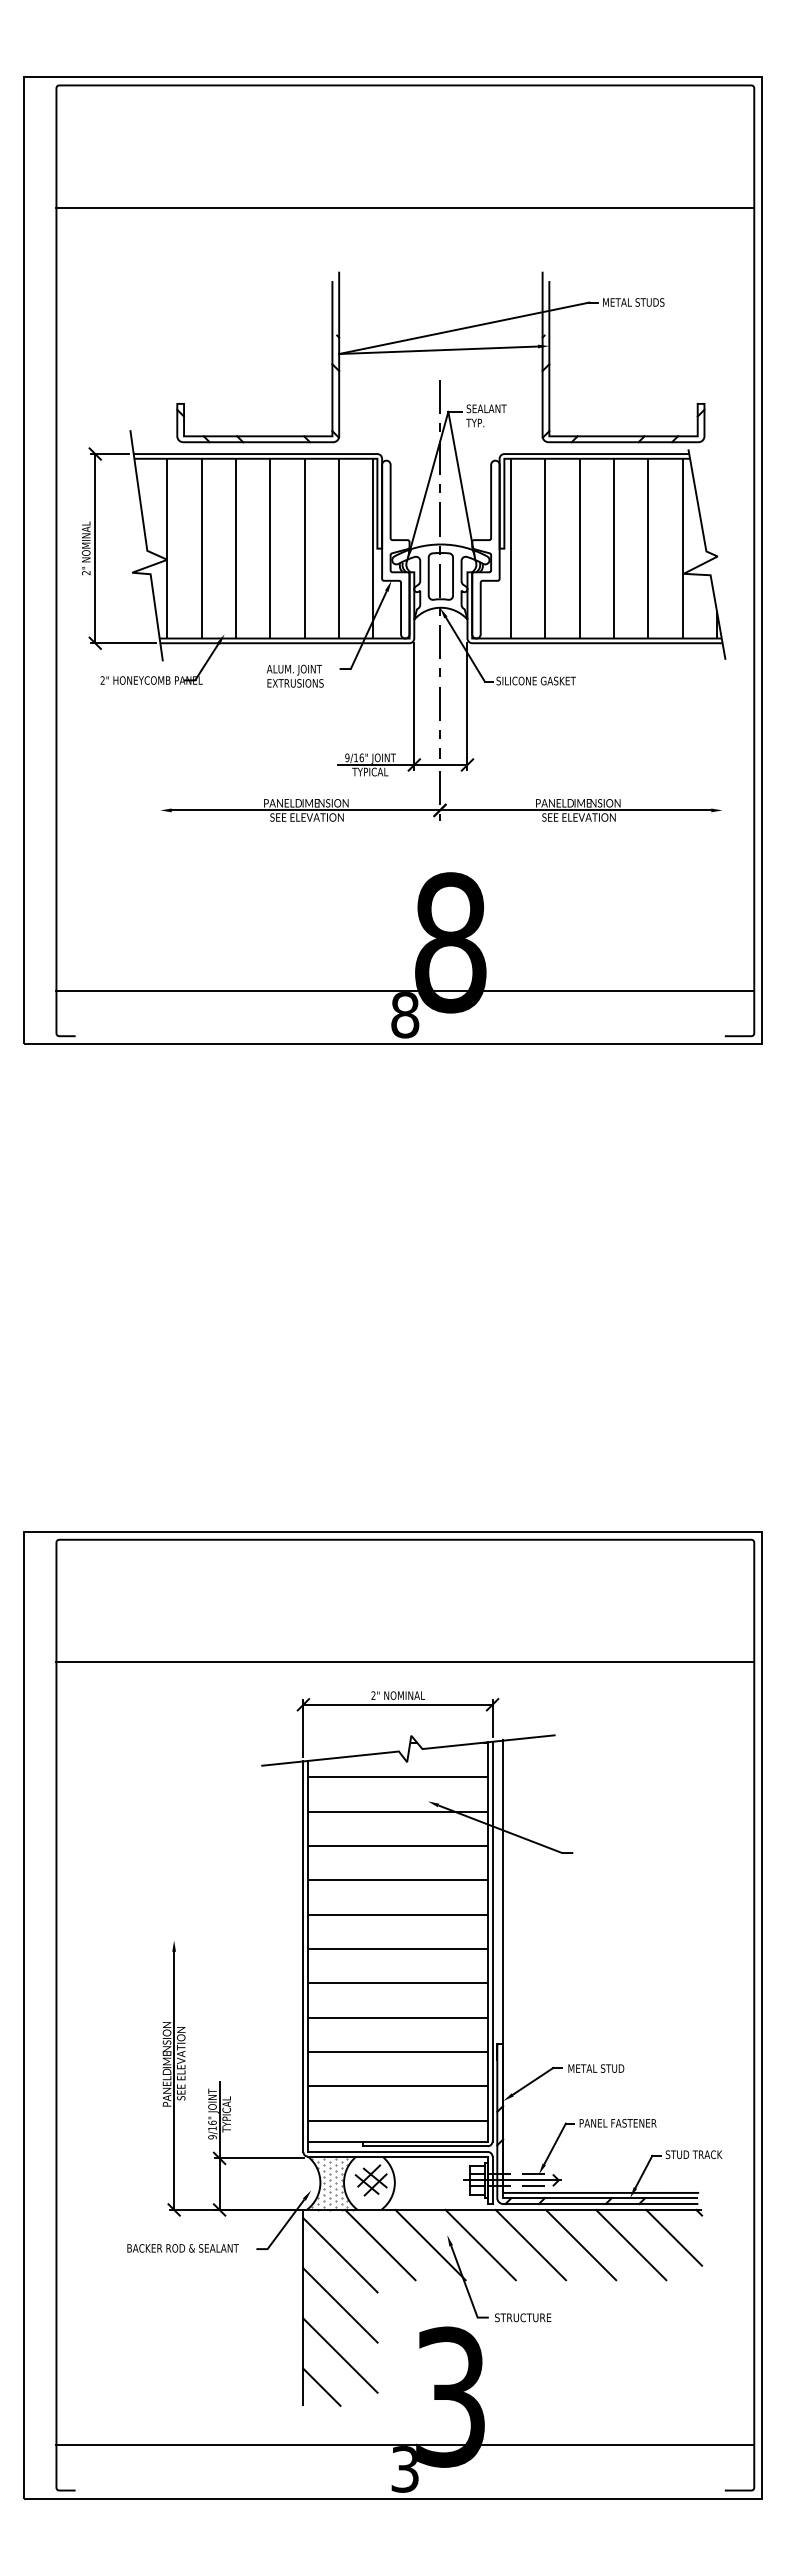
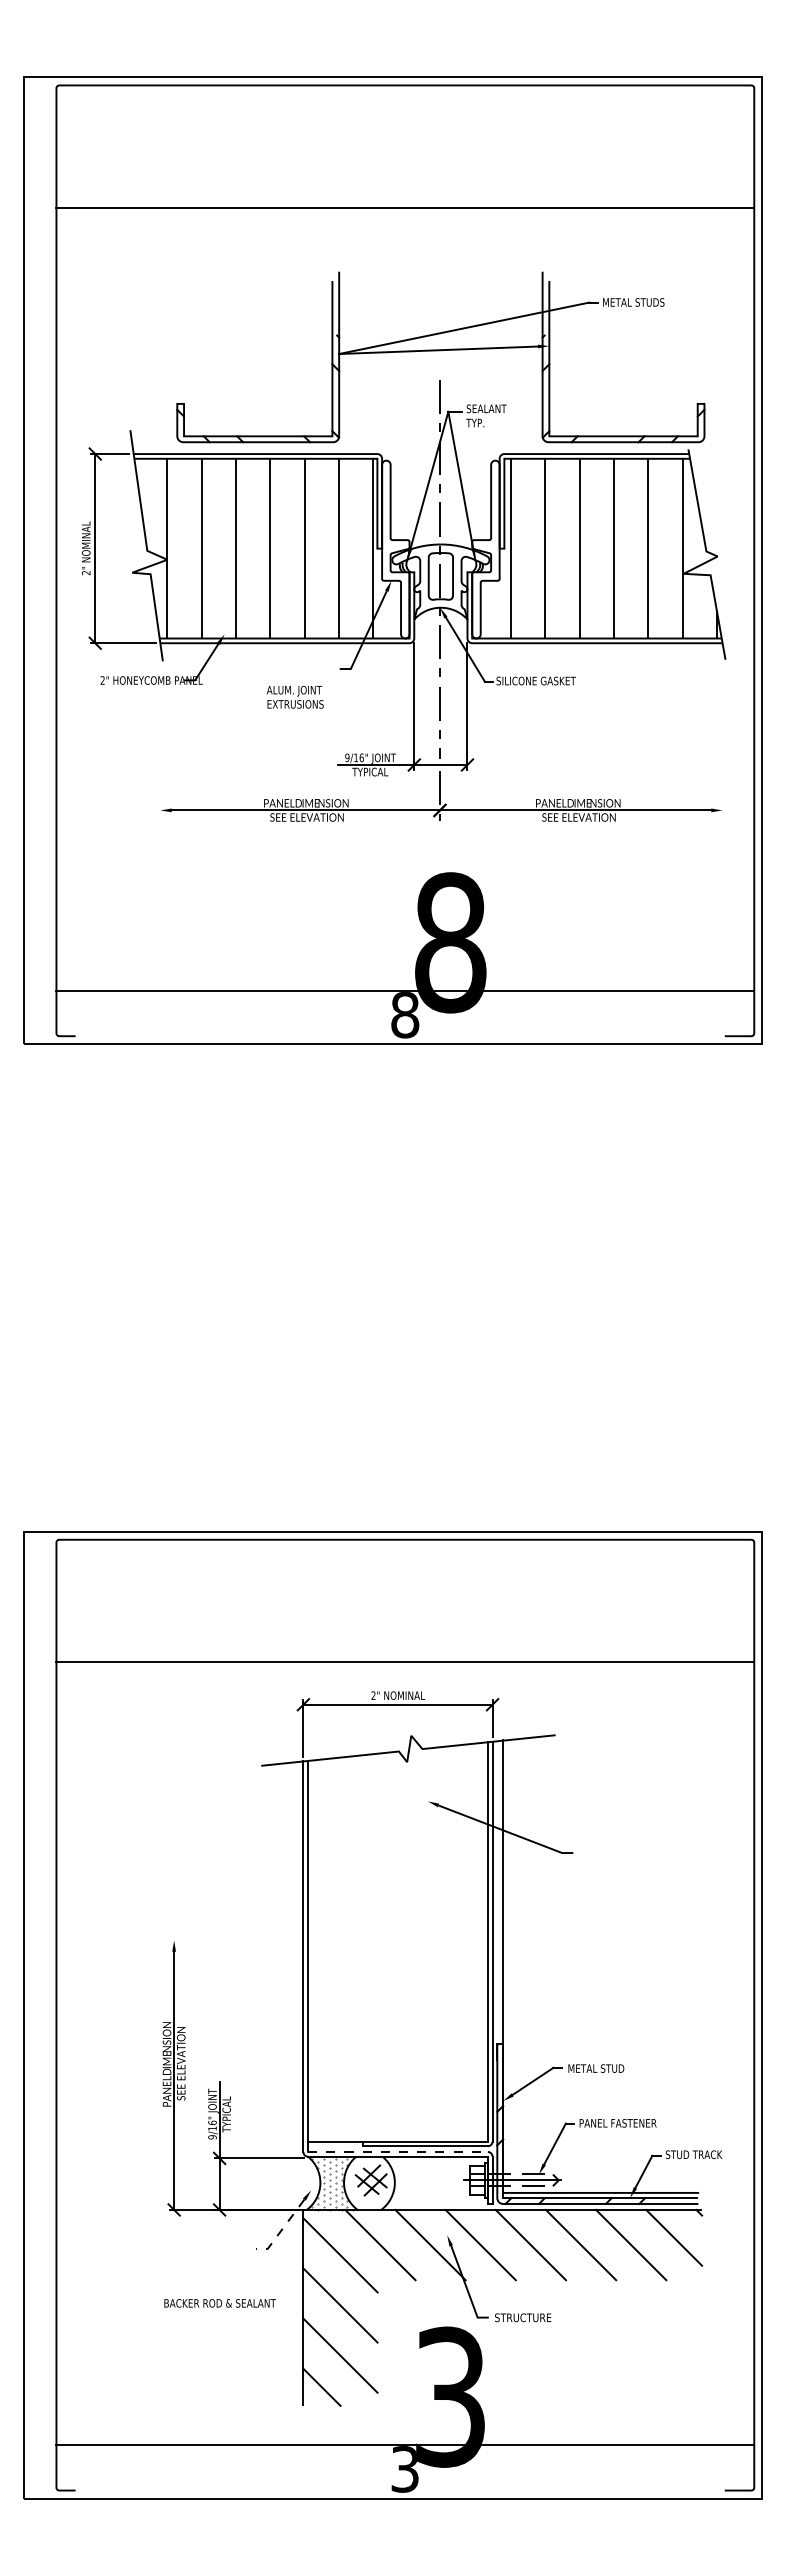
text at (295, 675) position: (295, 675) -> (295, 696)
hatch at (397, 1931): present -> none
line at (397, 2151): solid -> dashed
line at (281, 2229): solid -> dashed
text at (182, 2248) position: (182, 2248) -> (219, 2303)
